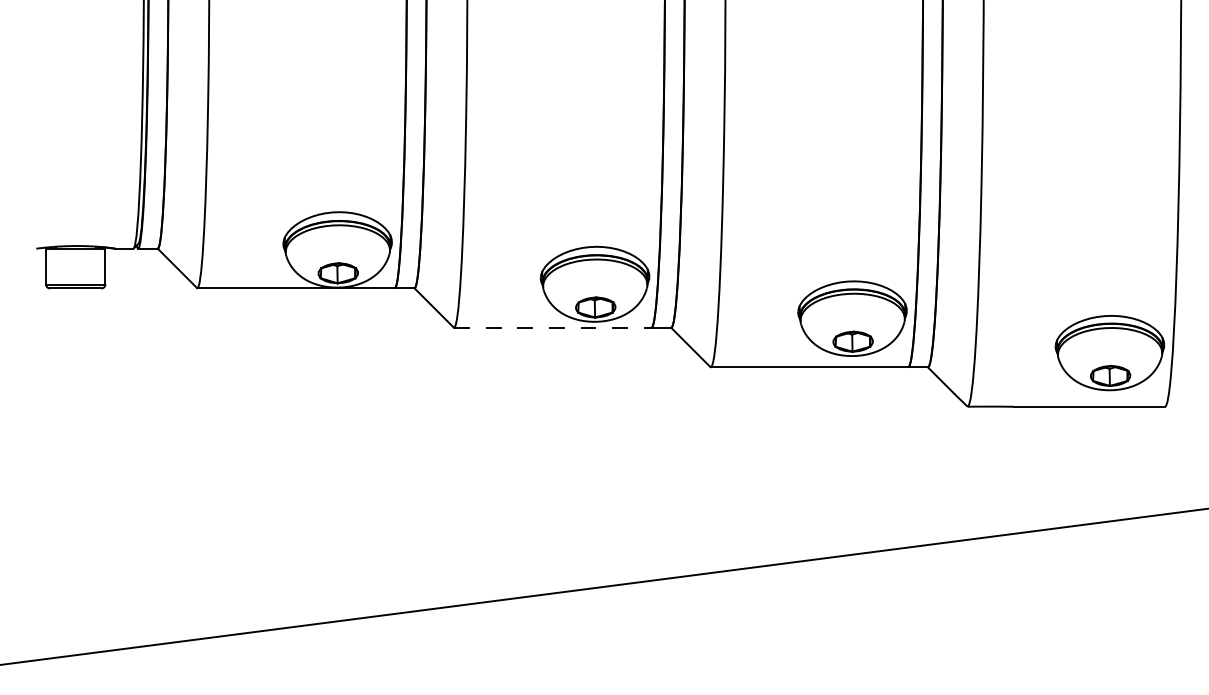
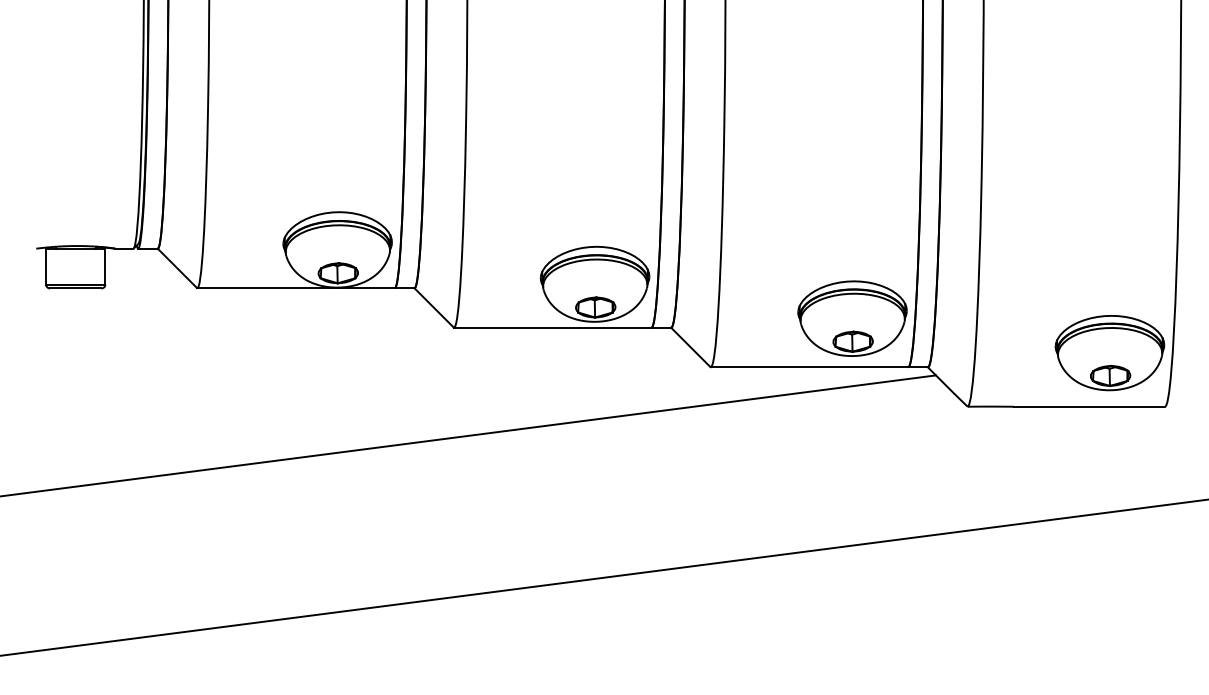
line at (552, 327): dashed -> solid
line at (468, 435): none -> present
line at (603, 586) position: (603, 586) -> (603, 577)
